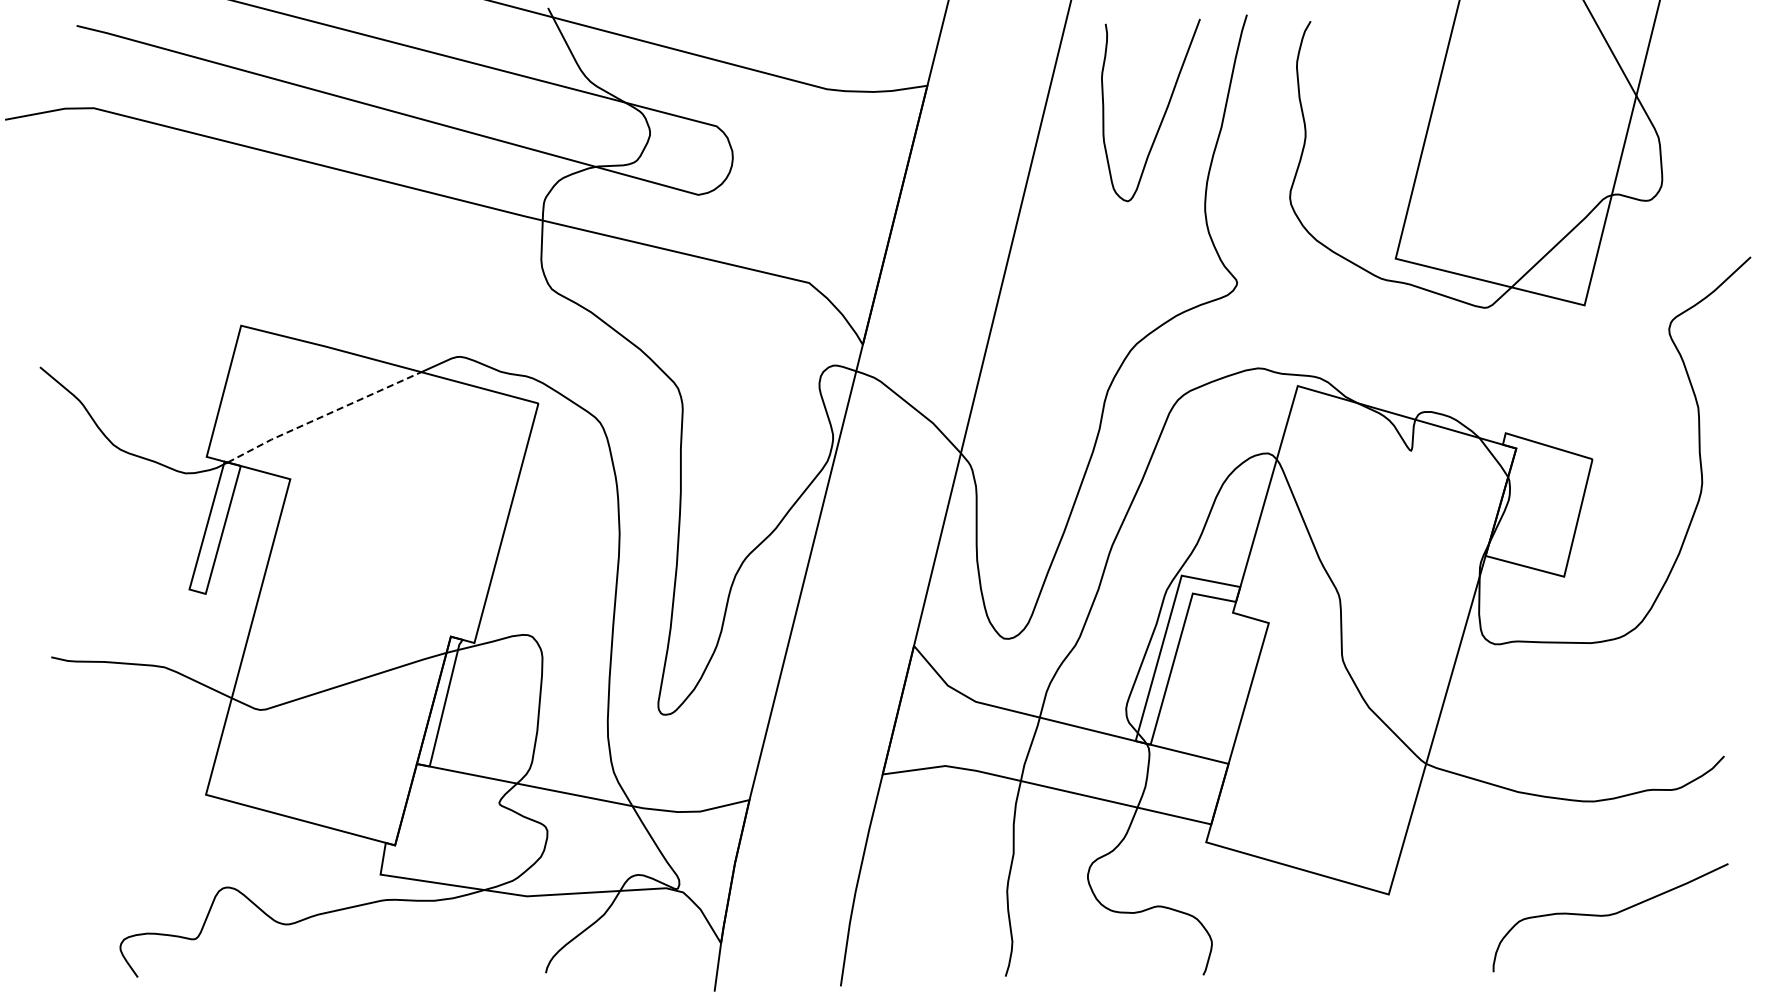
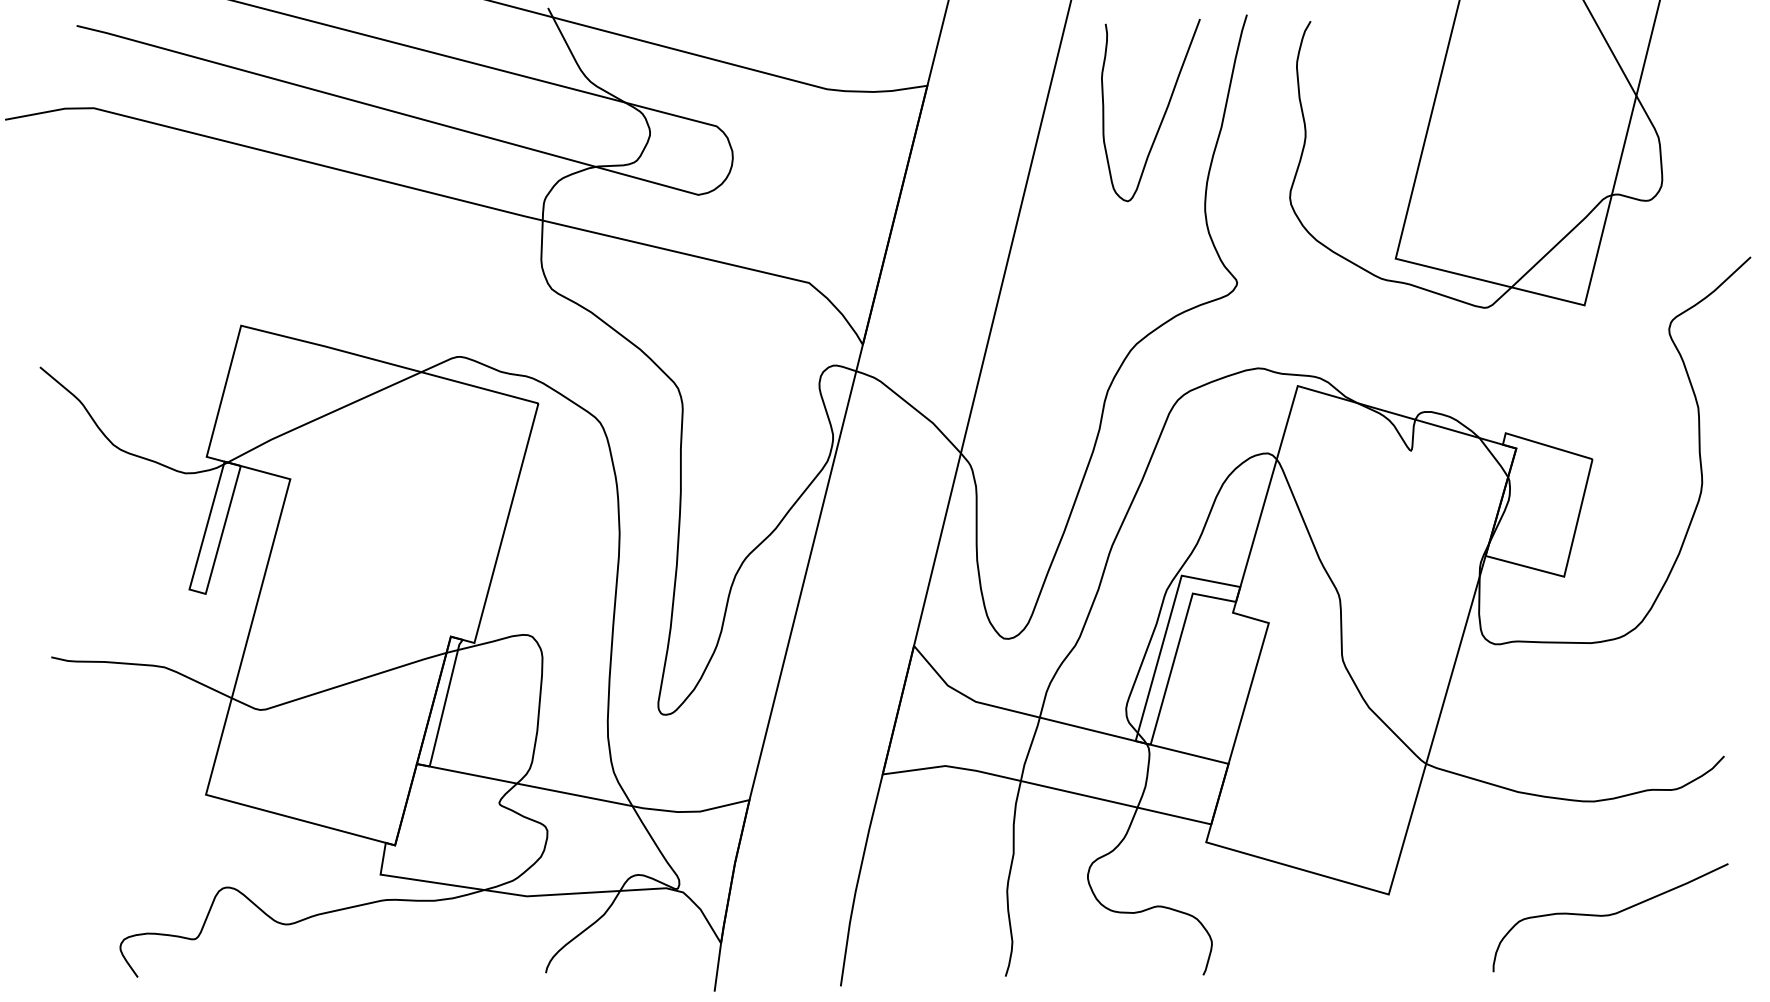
line at (323, 416): dashed -> solid
